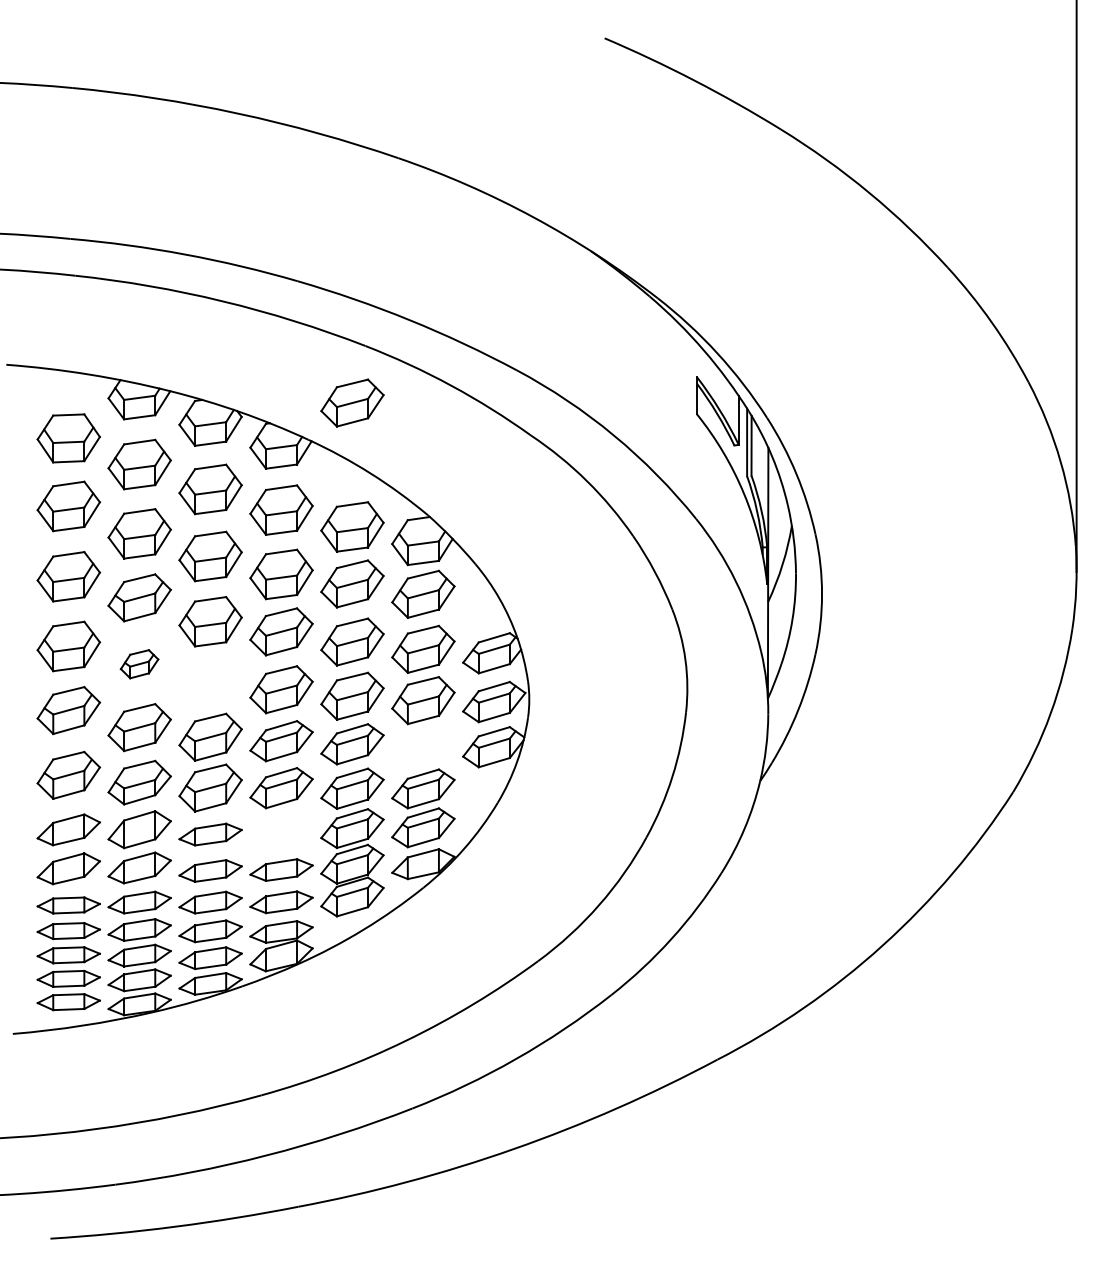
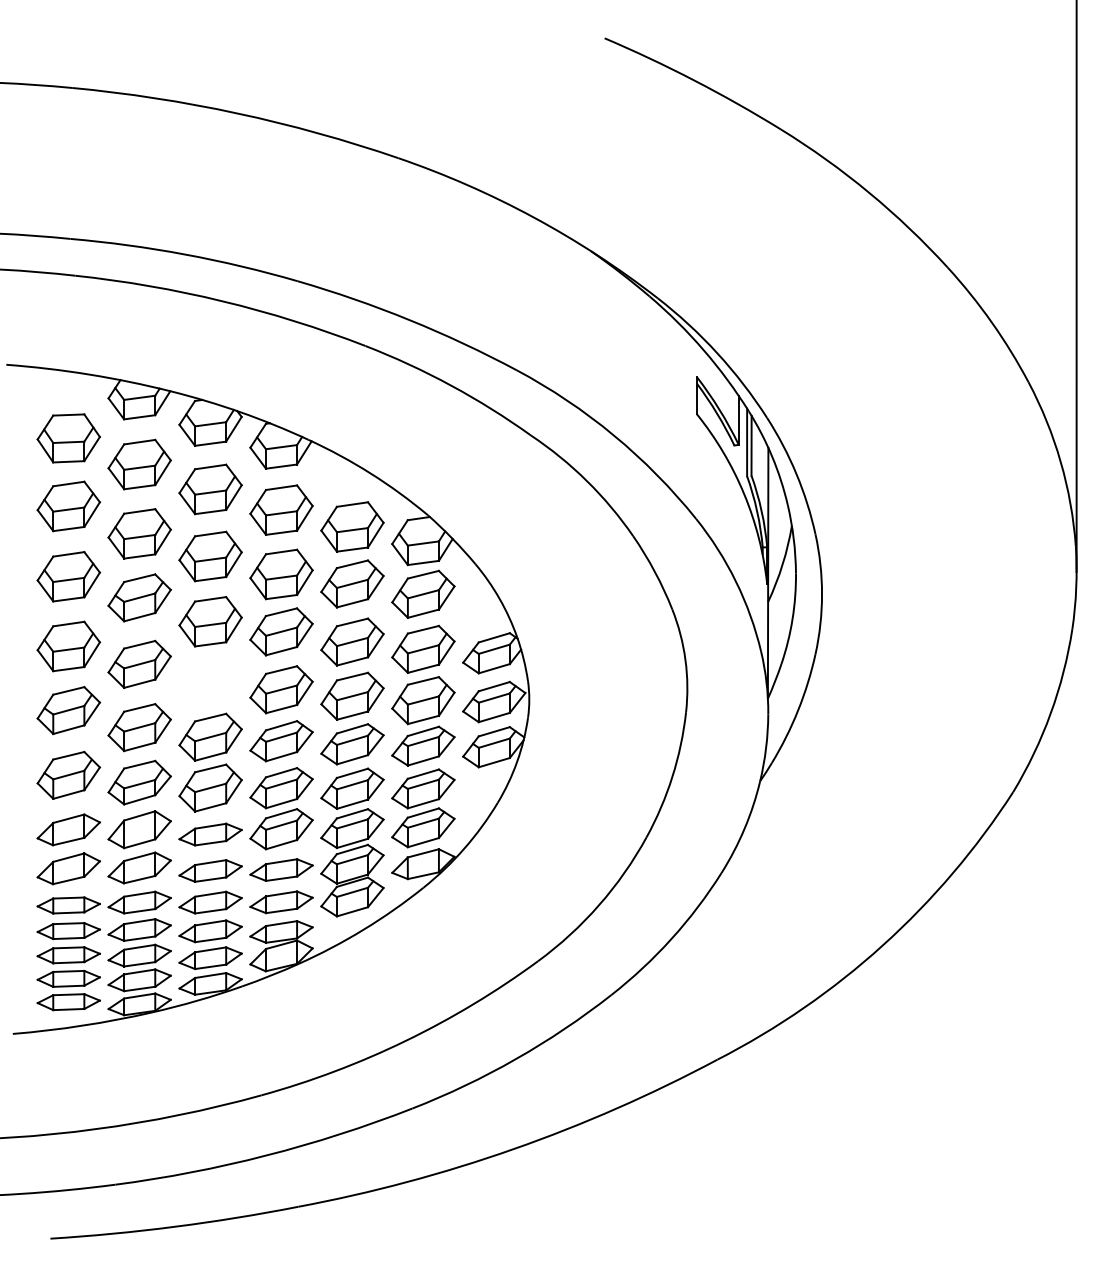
part at (352, 402): present -> none
part at (139, 664) size: 41x31 px -> 65x50 px
part at (423, 745): none -> present
part at (281, 829): none -> present
